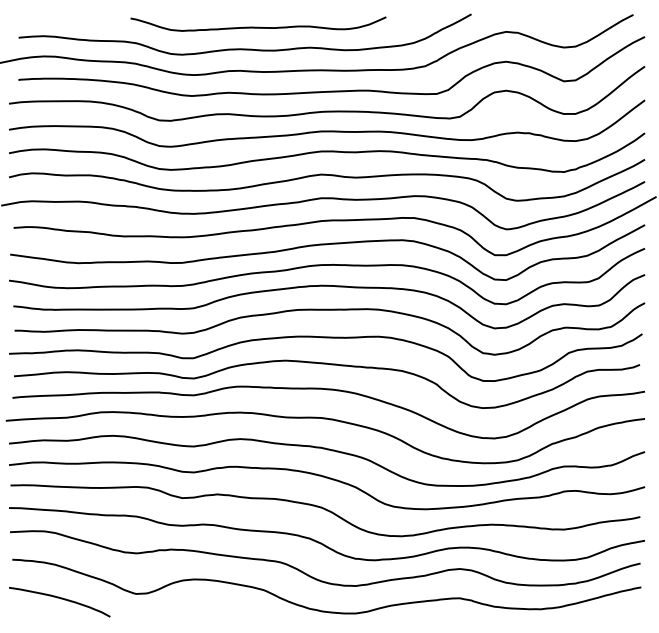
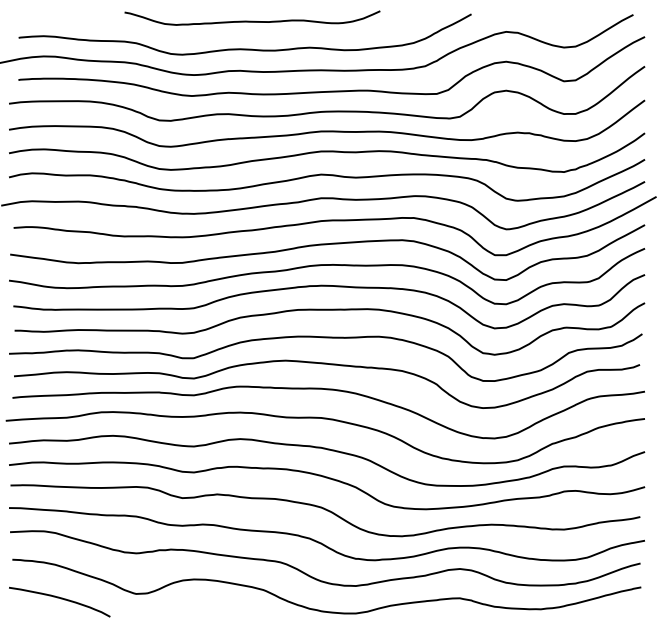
curve at (258, 26) position: (258, 26) -> (252, 20)
